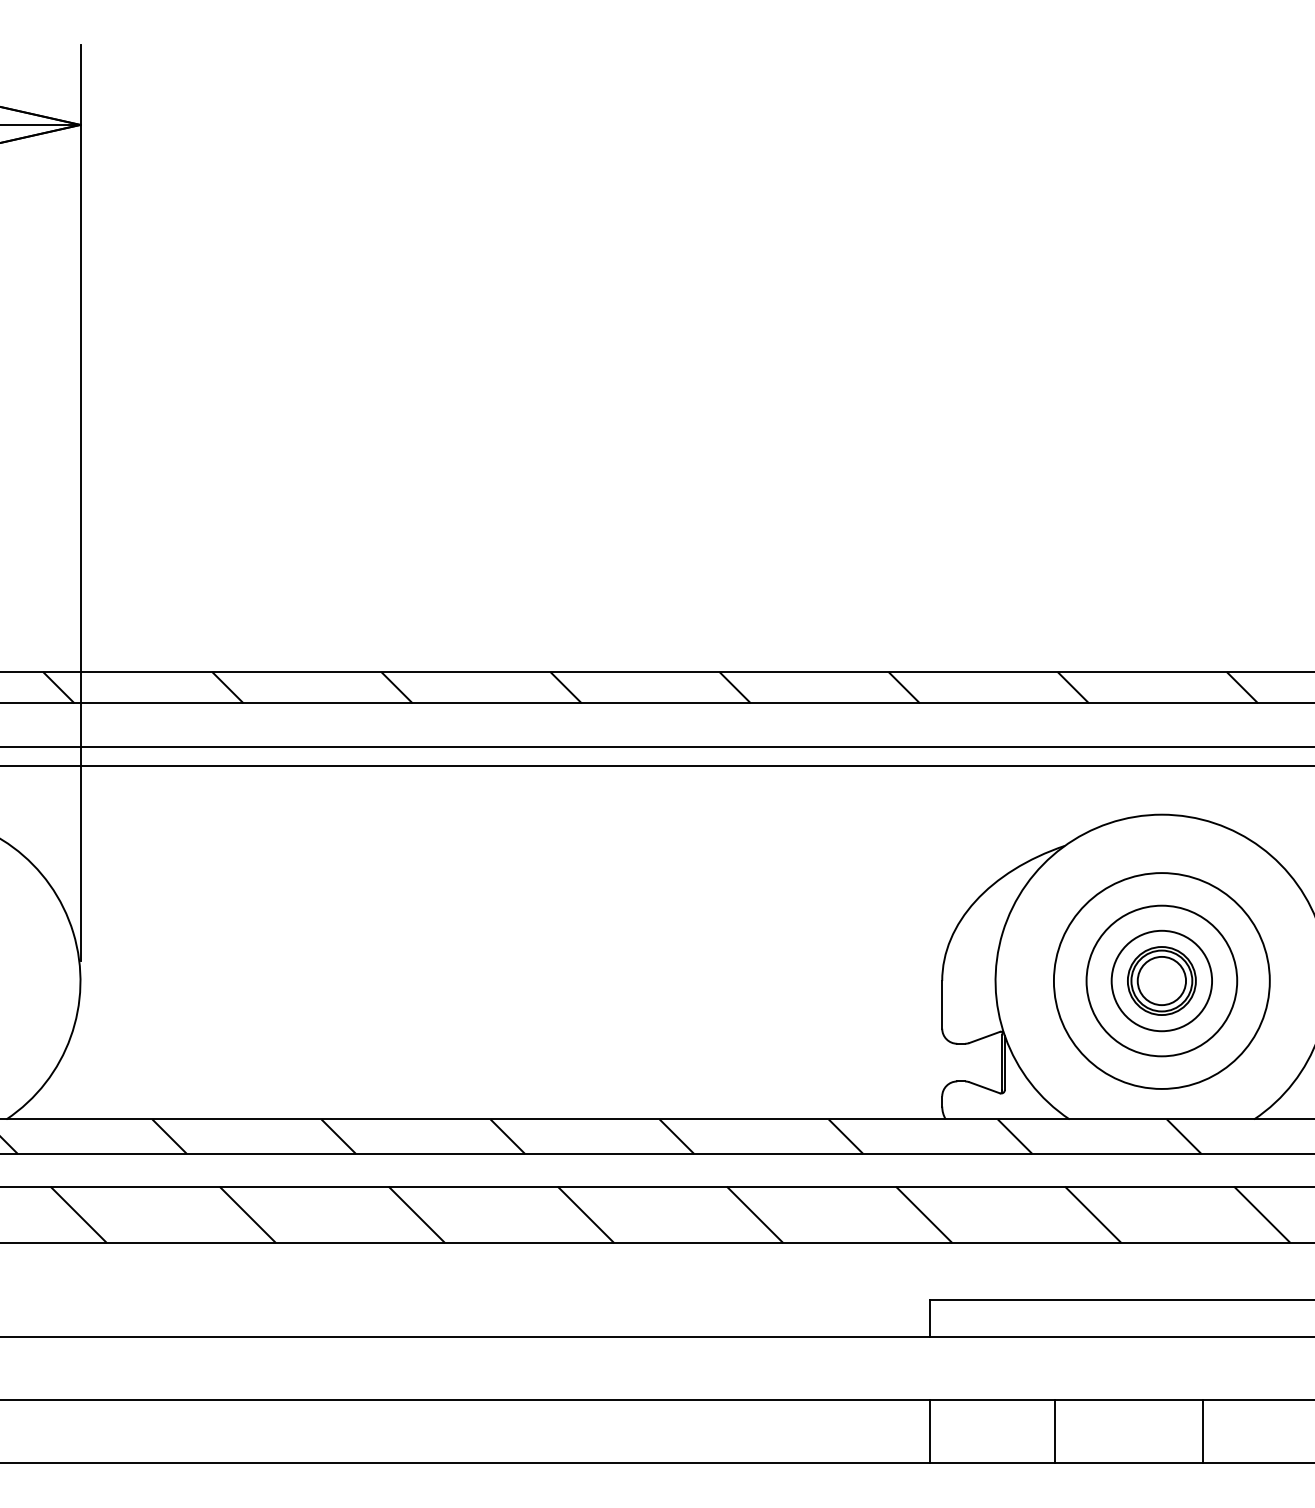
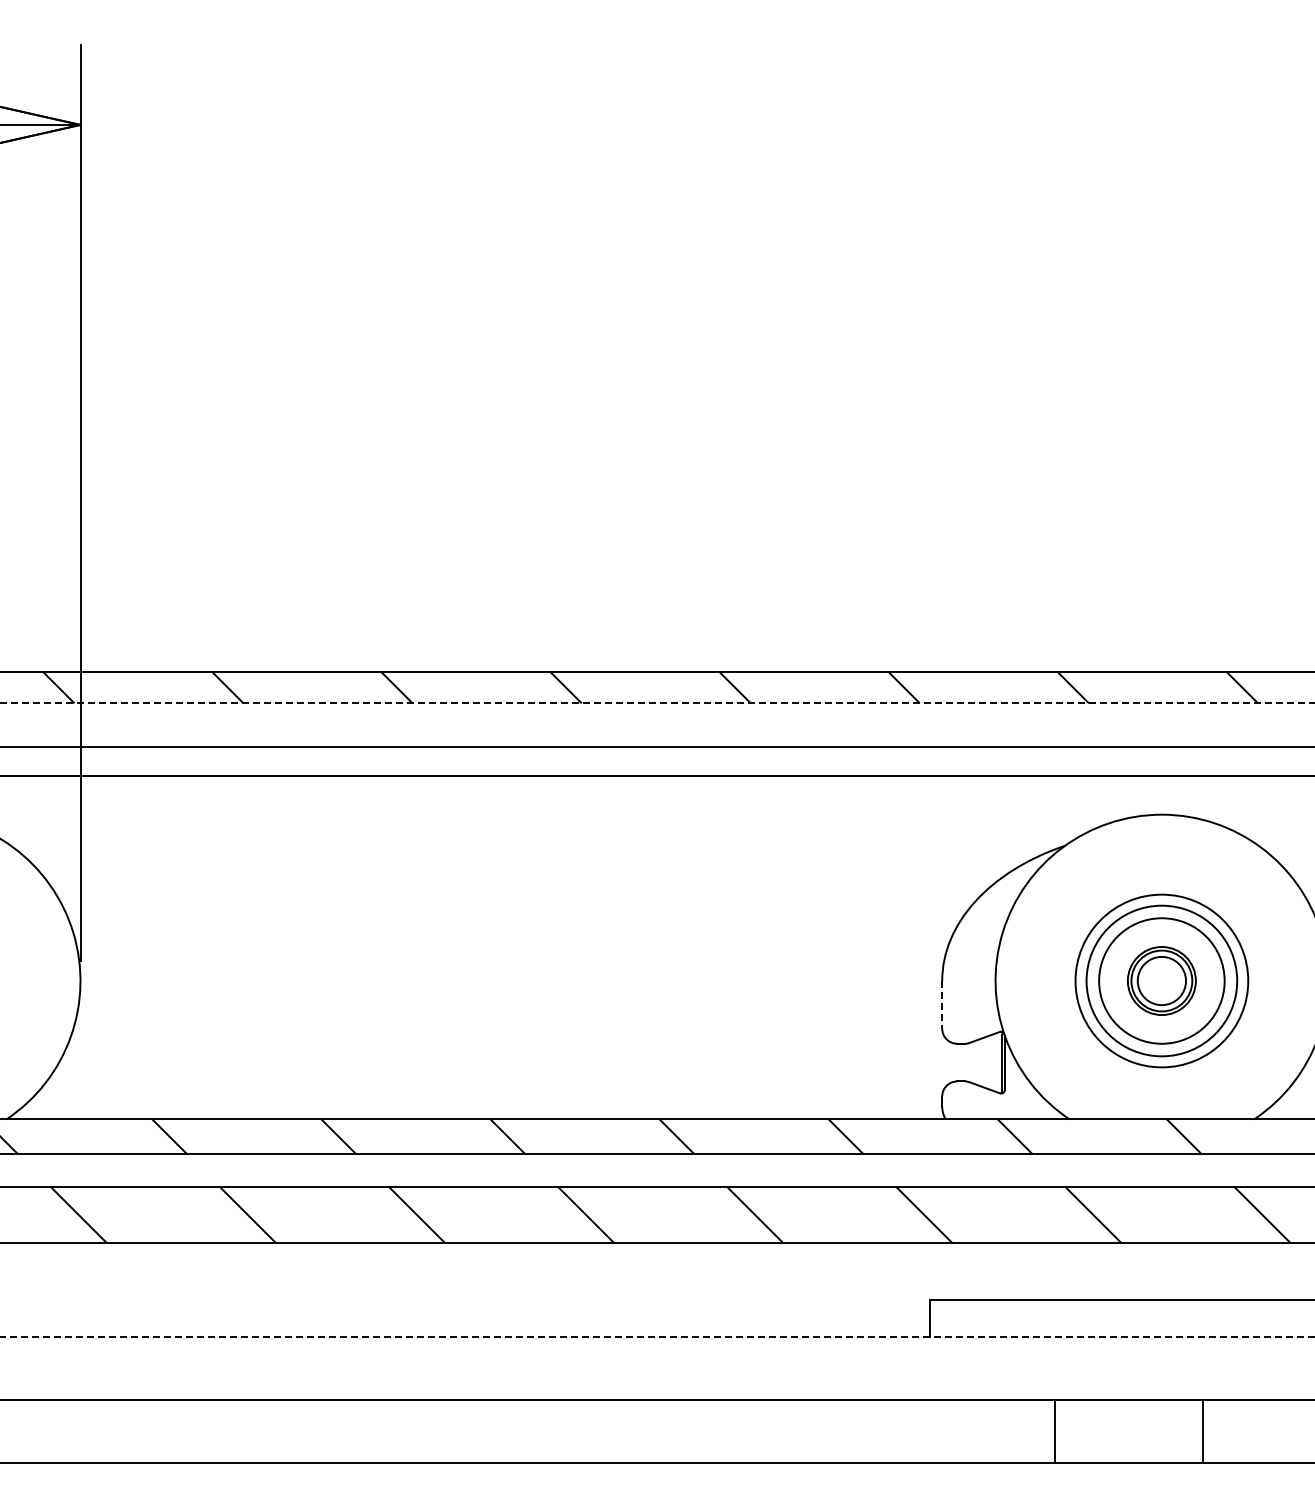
line at (657, 703): solid -> dashed
line at (656, 766) position: (656, 766) -> (656, 776)
circle at (1161, 980) diameter: 100 px -> 126 px
circle at (1161, 980) diameter: 216 px -> 173 px
line at (942, 1004): solid -> dashed
line at (657, 1337): solid -> dashed
line at (929, 1430): present -> none
